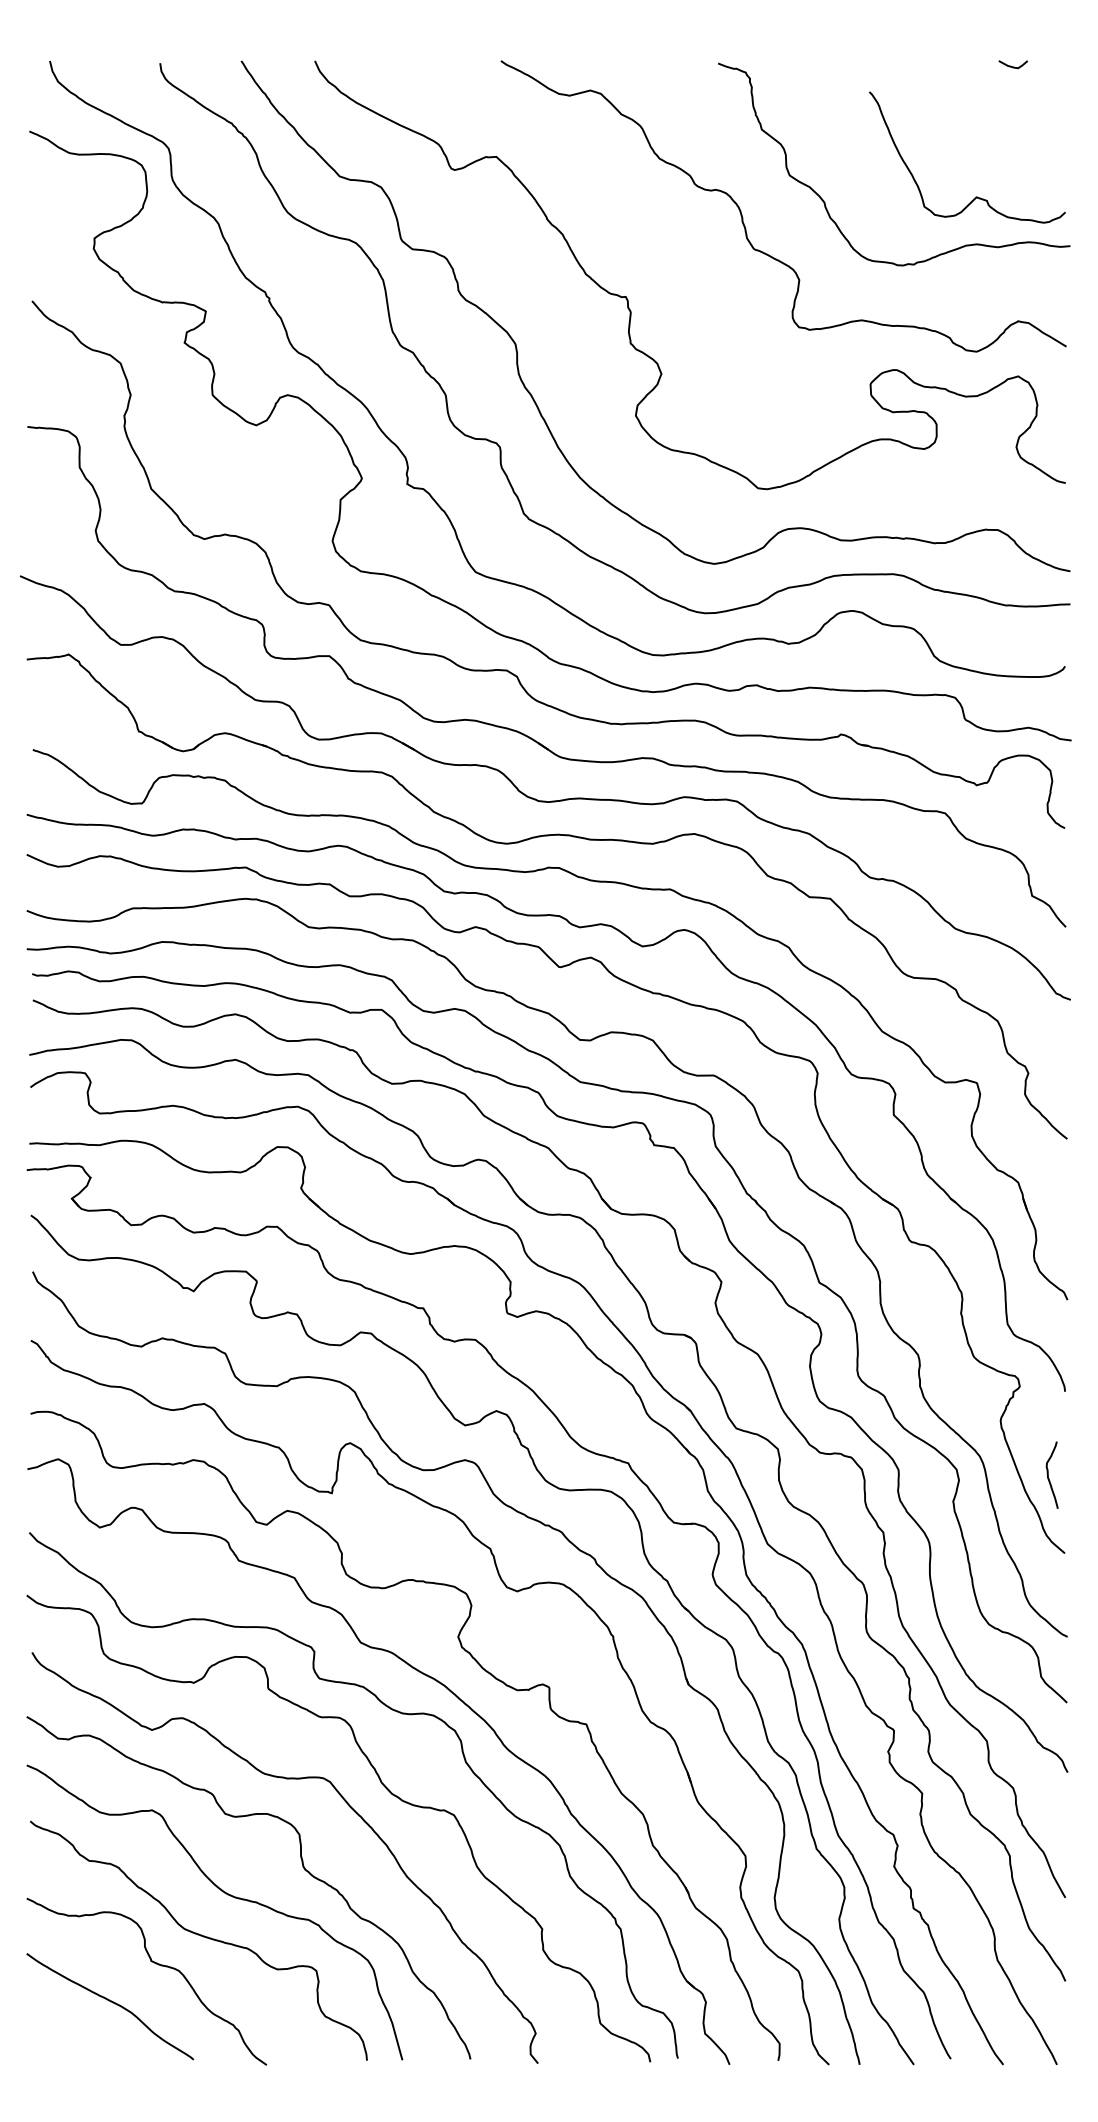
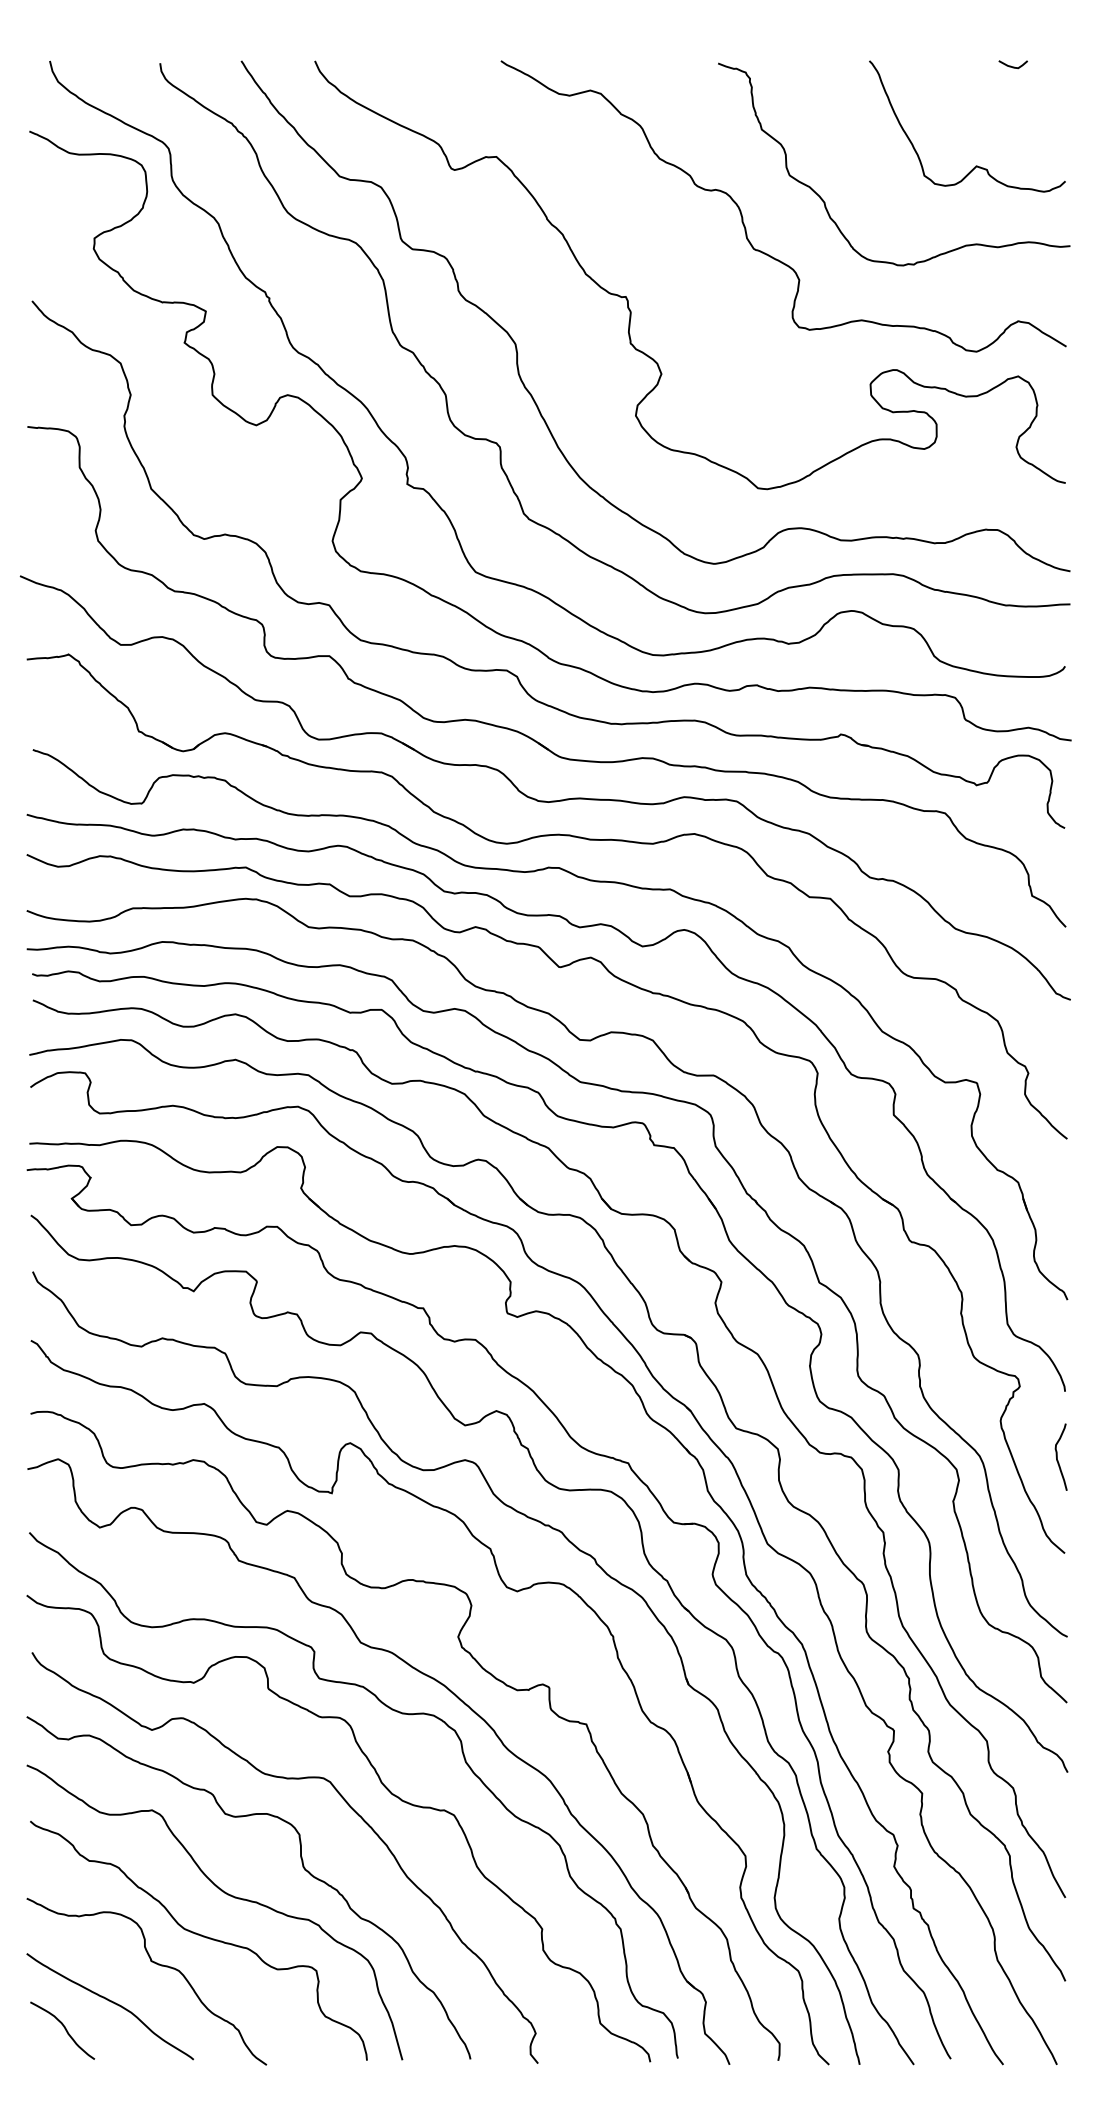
curve at (975, 196) position: (975, 196) -> (975, 165)
curve at (1048, 1474) position: (1048, 1474) -> (1057, 1456)
curve at (64, 2029): none -> present
